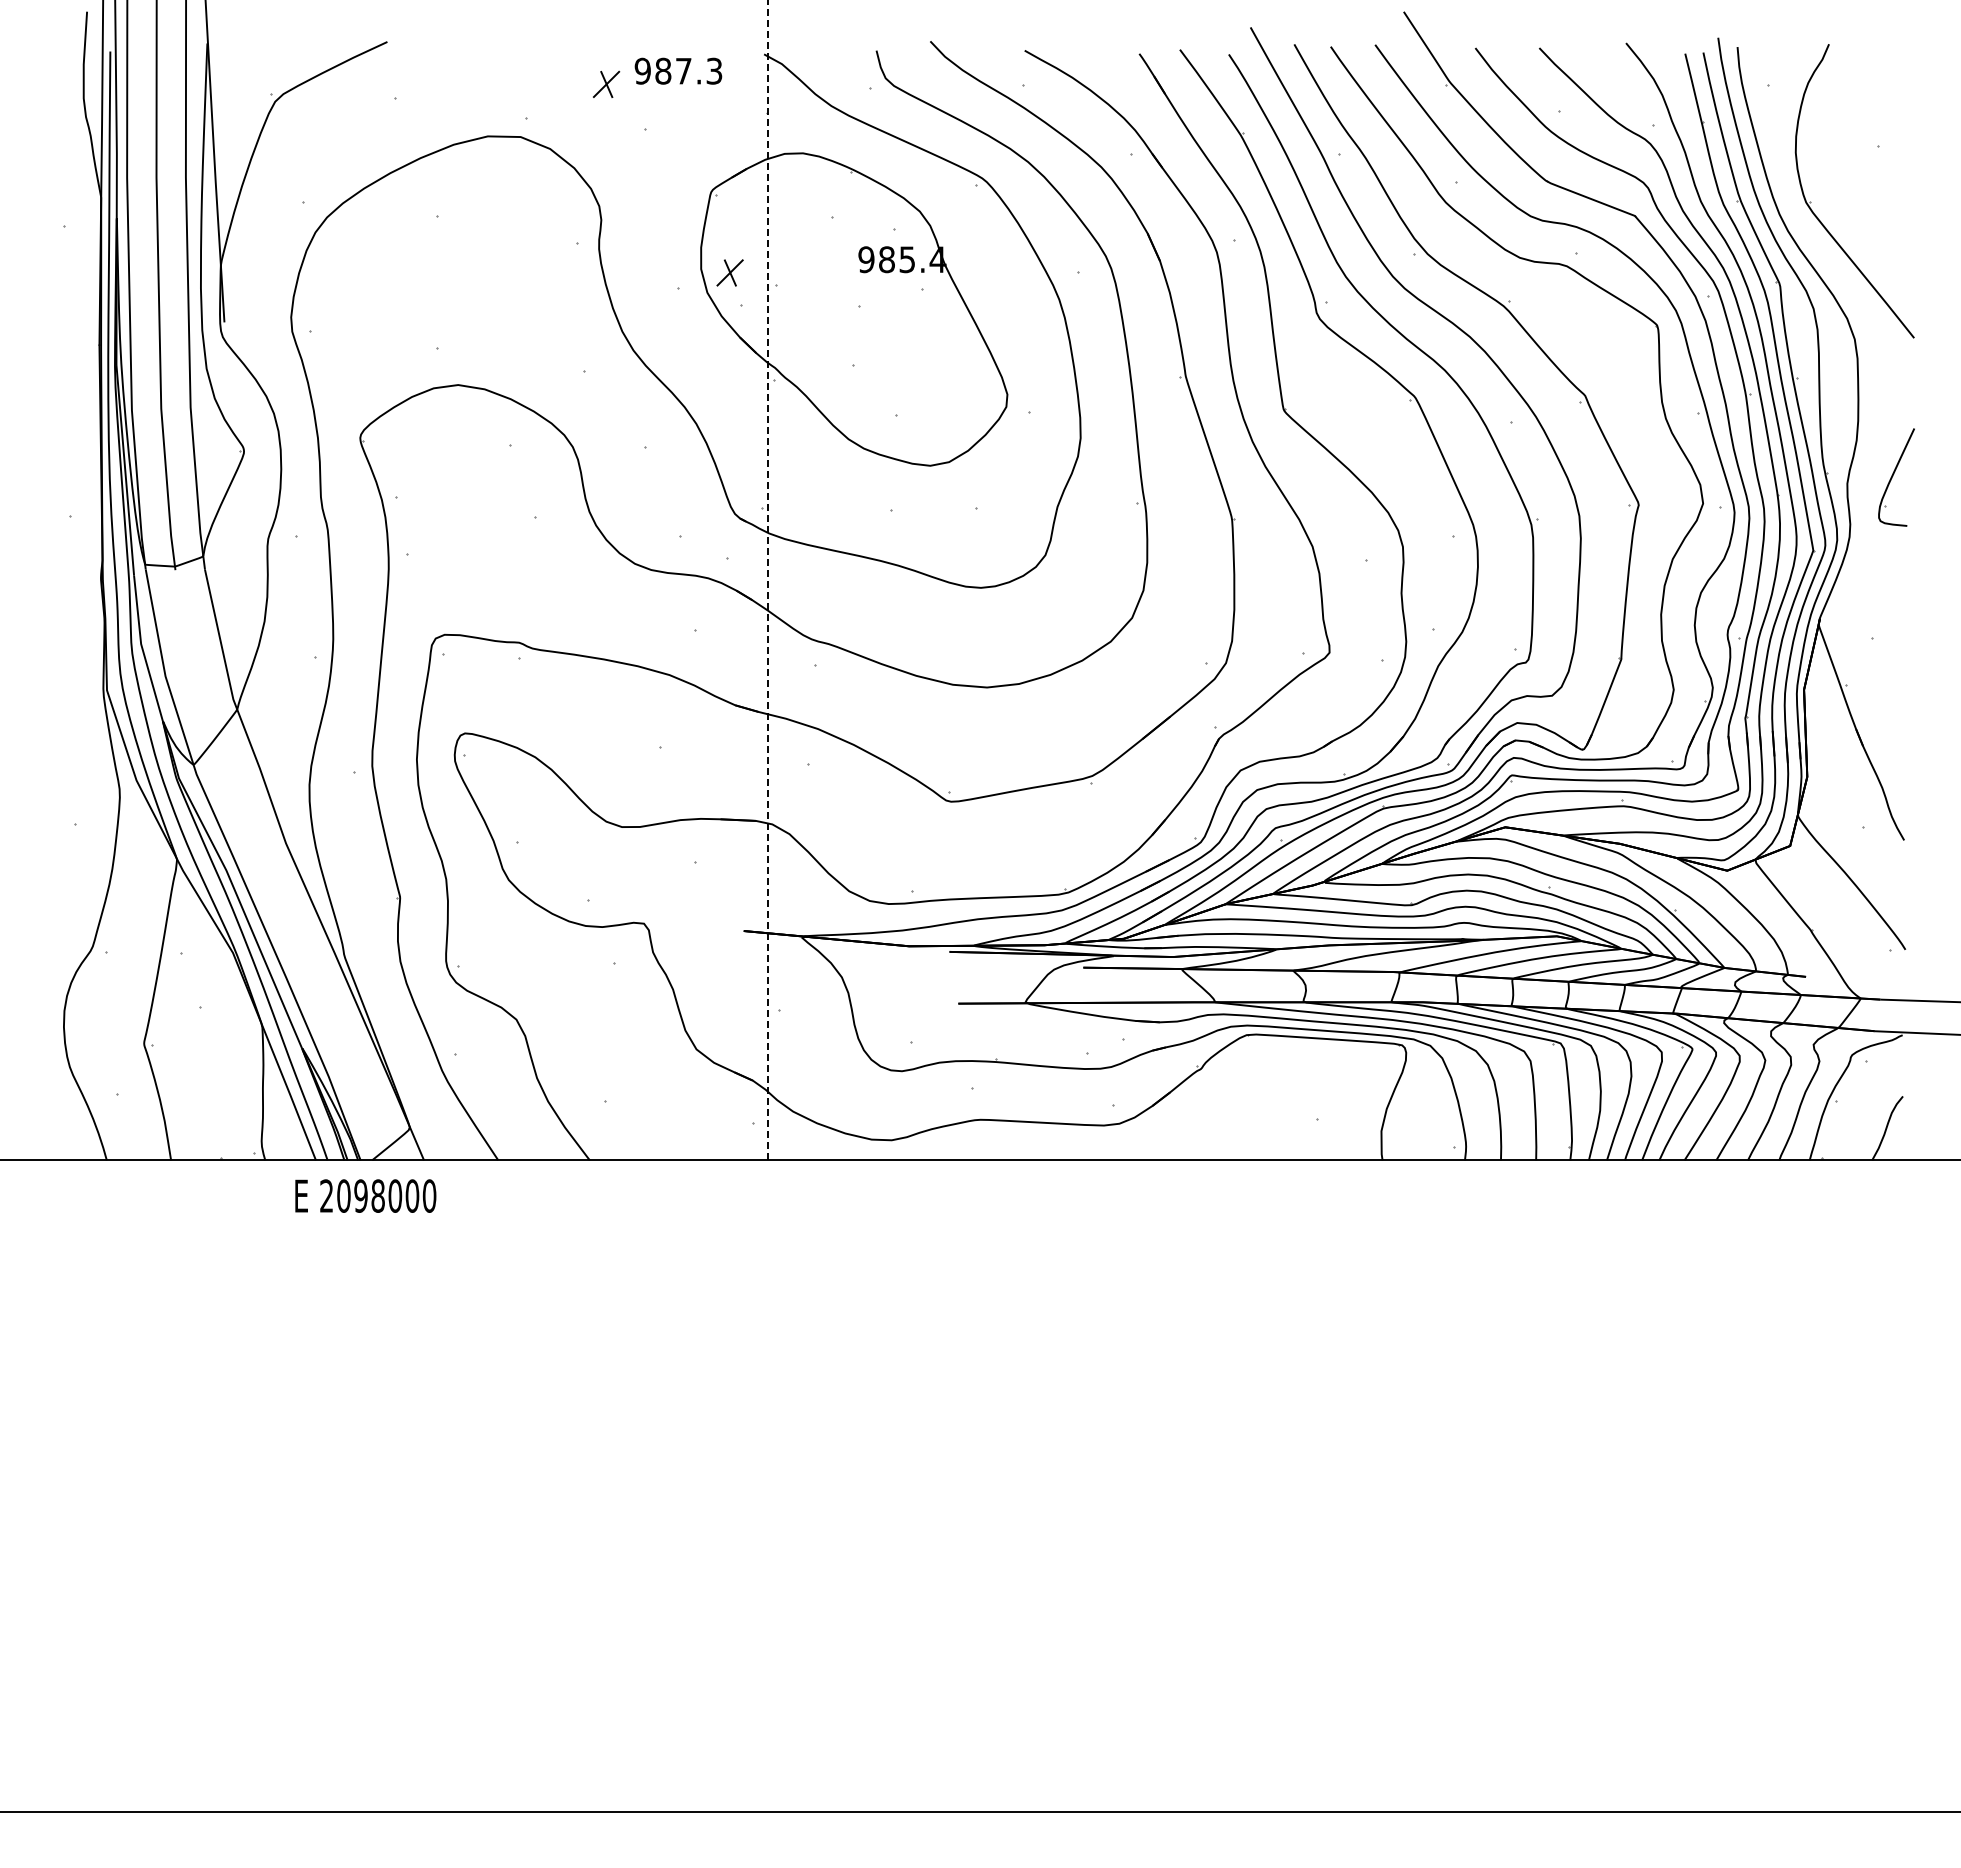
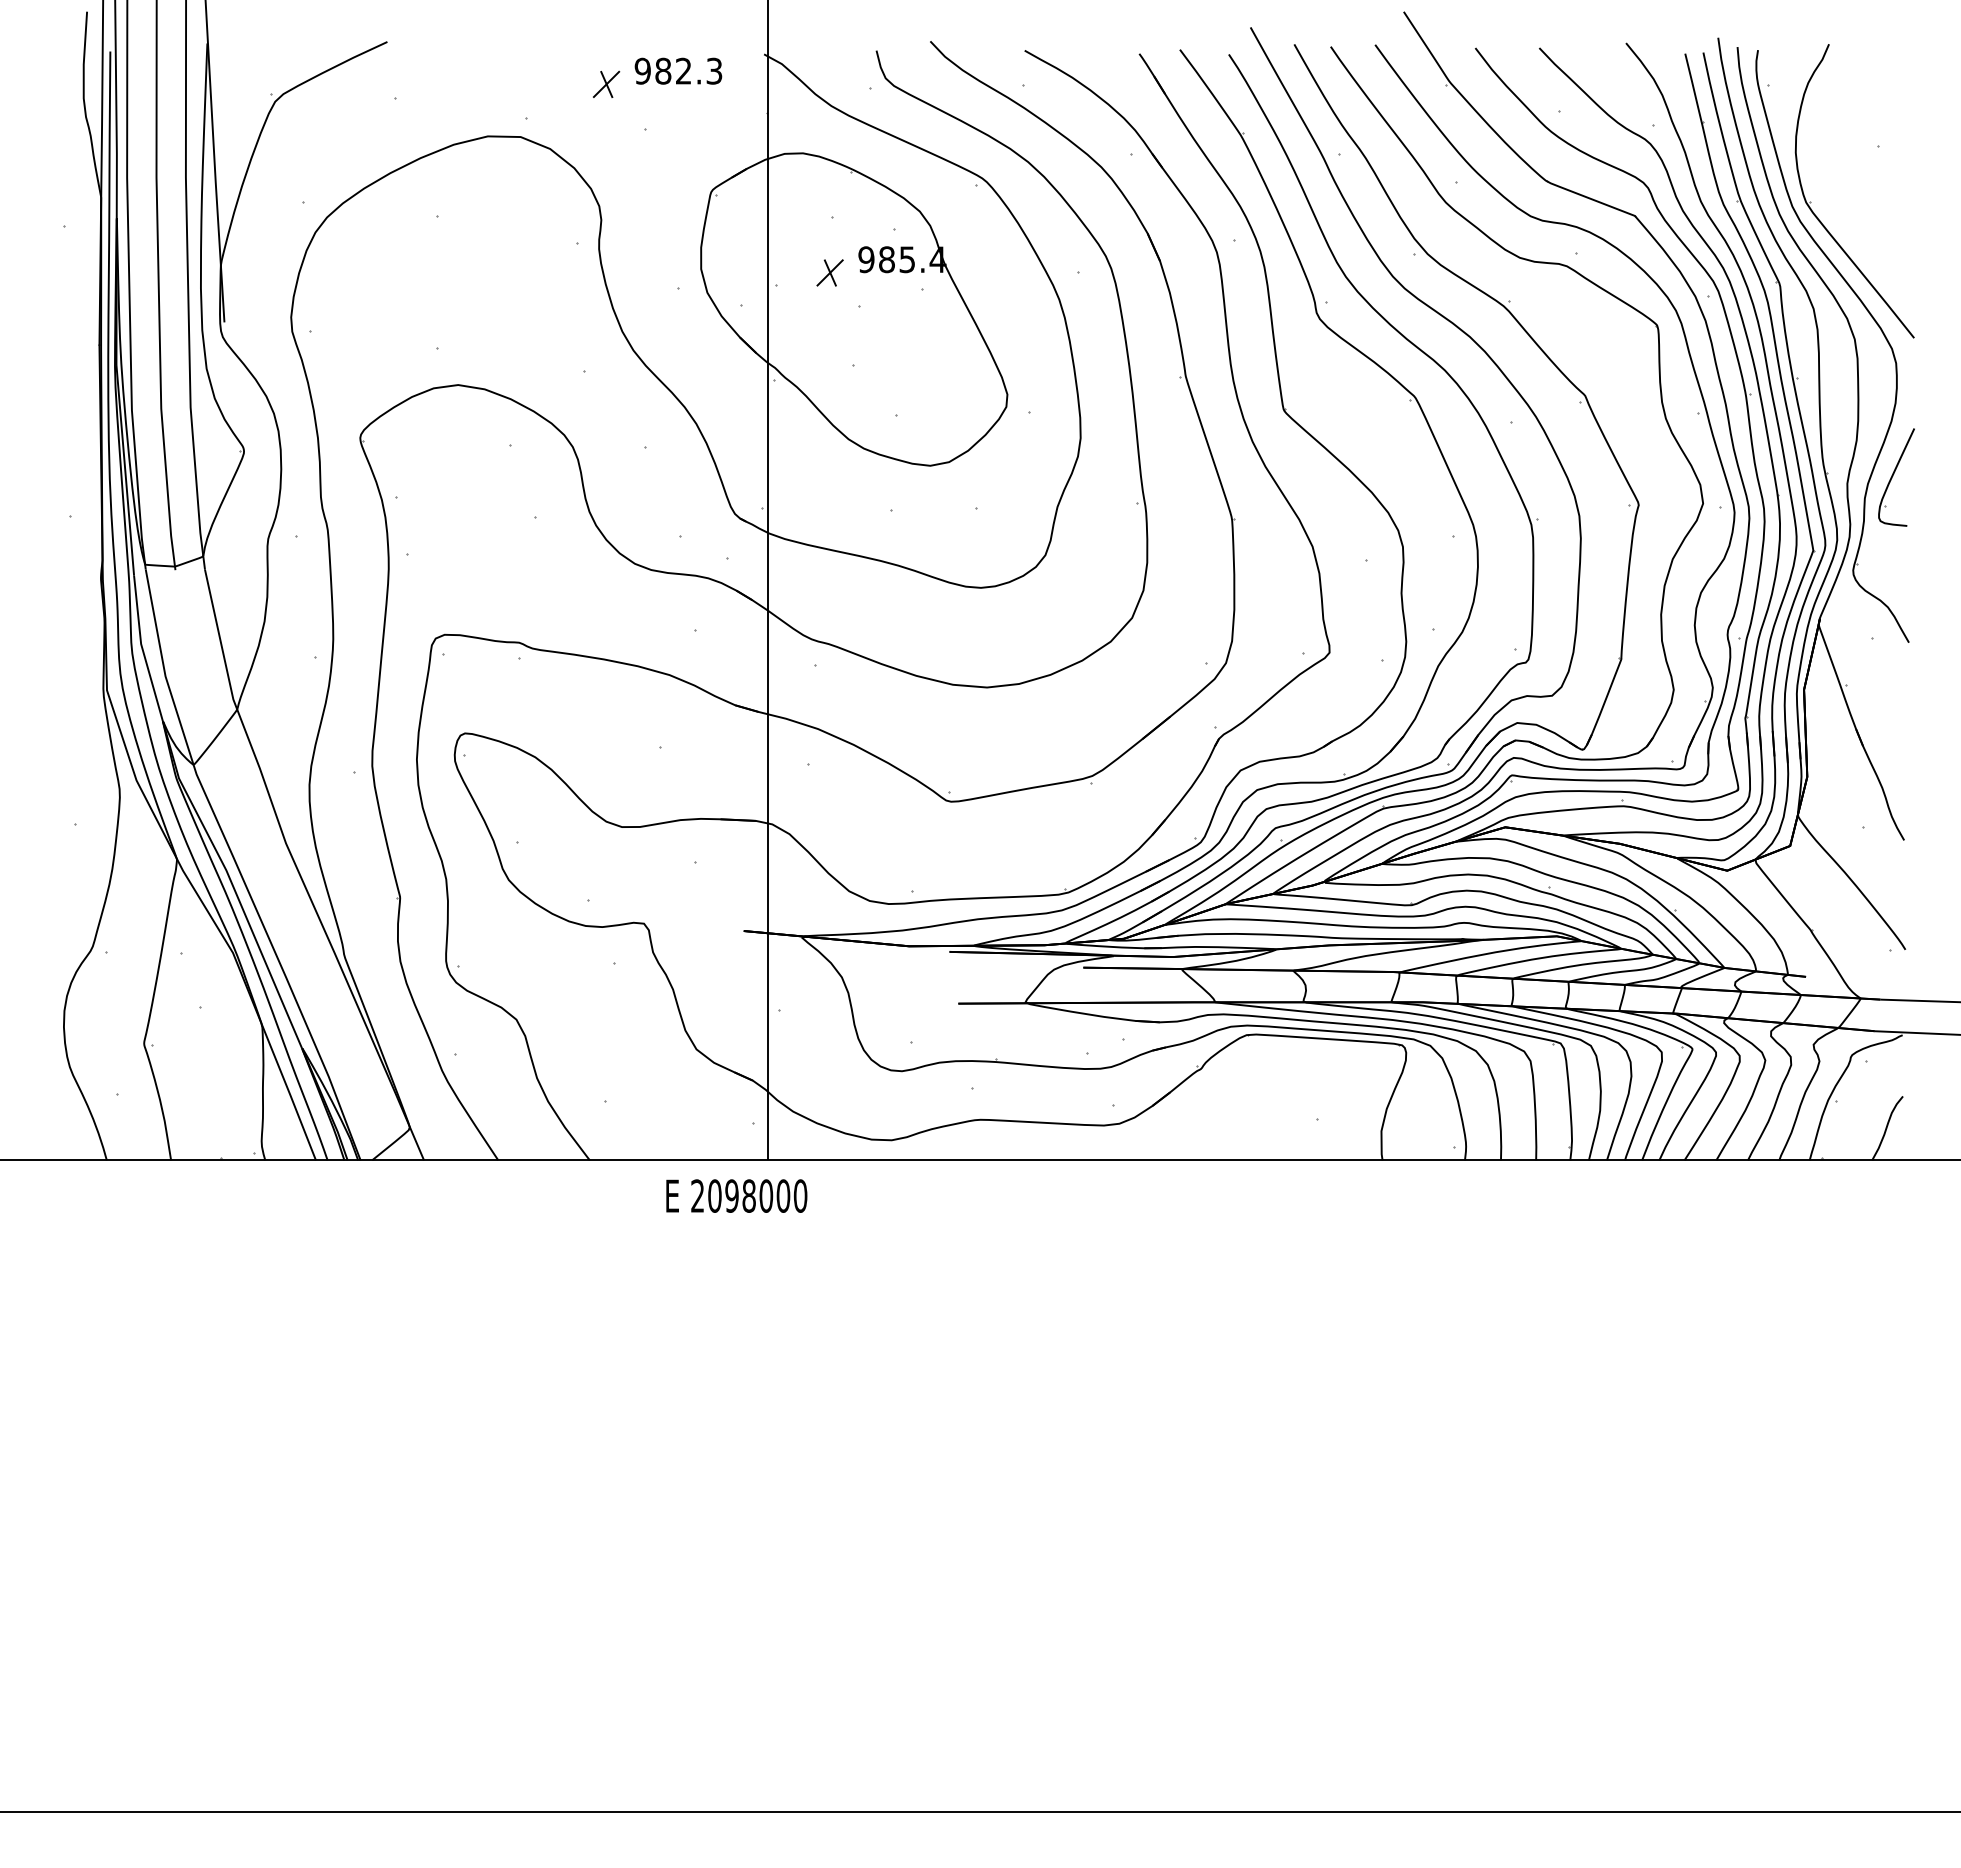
text at (683, 70): 987.3 -> 982.3
part at (729, 272) position: (729, 272) -> (829, 272)
part at (1873, 320): none -> present
line at (768, 580): dashed -> solid
text at (365, 1195) position: (365, 1195) -> (736, 1195)
